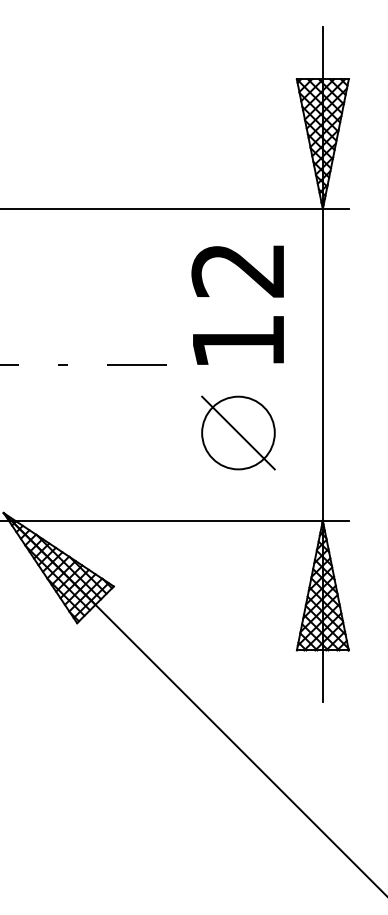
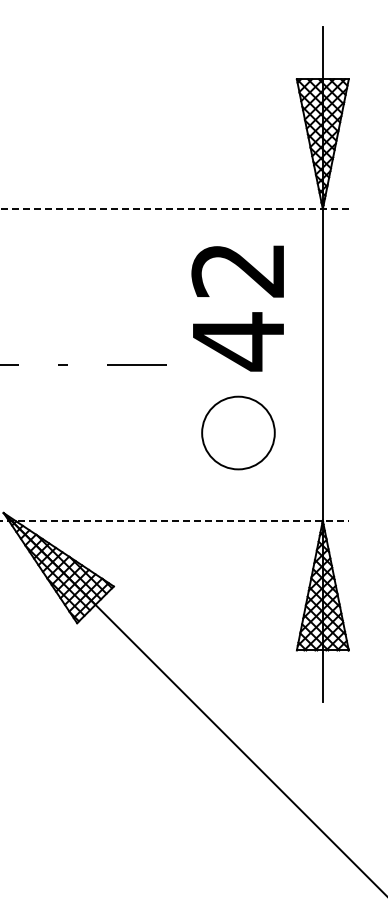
line at (174, 209): solid -> dashed
text at (238, 341): 12 -> 42
line at (238, 432): present -> none
line at (175, 520): solid -> dashed
